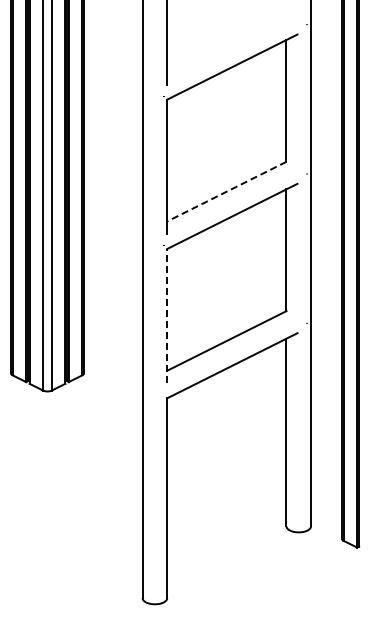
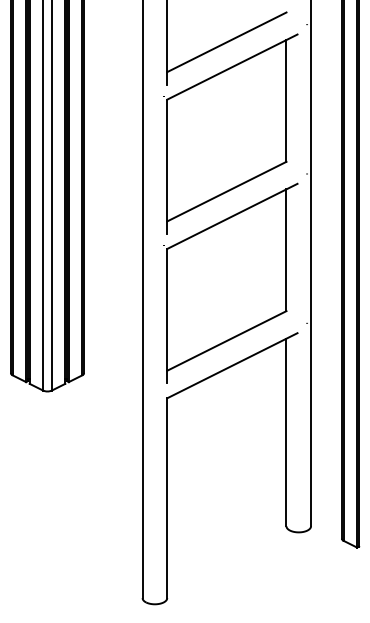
line at (226, 42): none -> present
line at (226, 191): dashed -> solid
line at (167, 315): dashed -> solid
